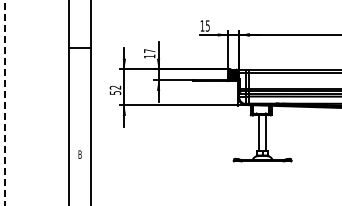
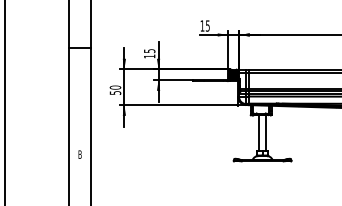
text at (149, 51): 17 -> 15
text at (115, 87): 52 -> 50
line at (5, 102): dashed -> solid
